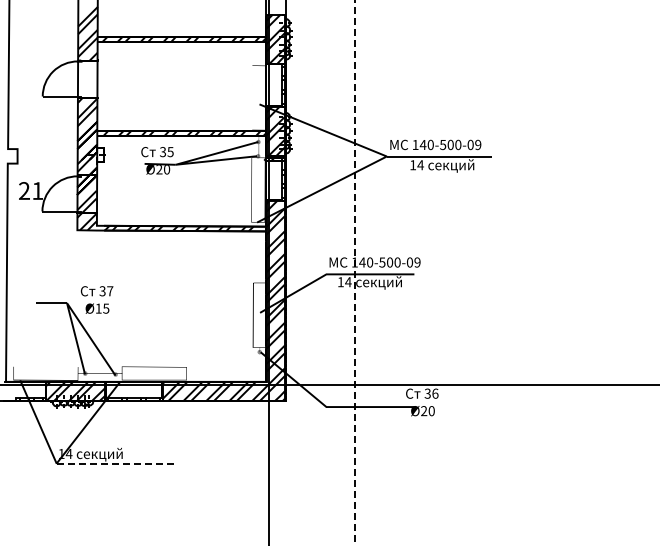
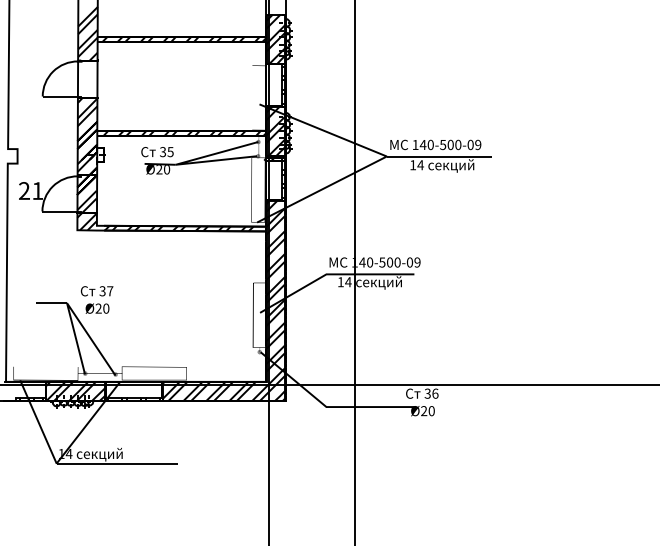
line at (355, 273): dashed -> solid
text at (102, 308): Ø15 -> Ø20
line at (117, 463): dashed -> solid
